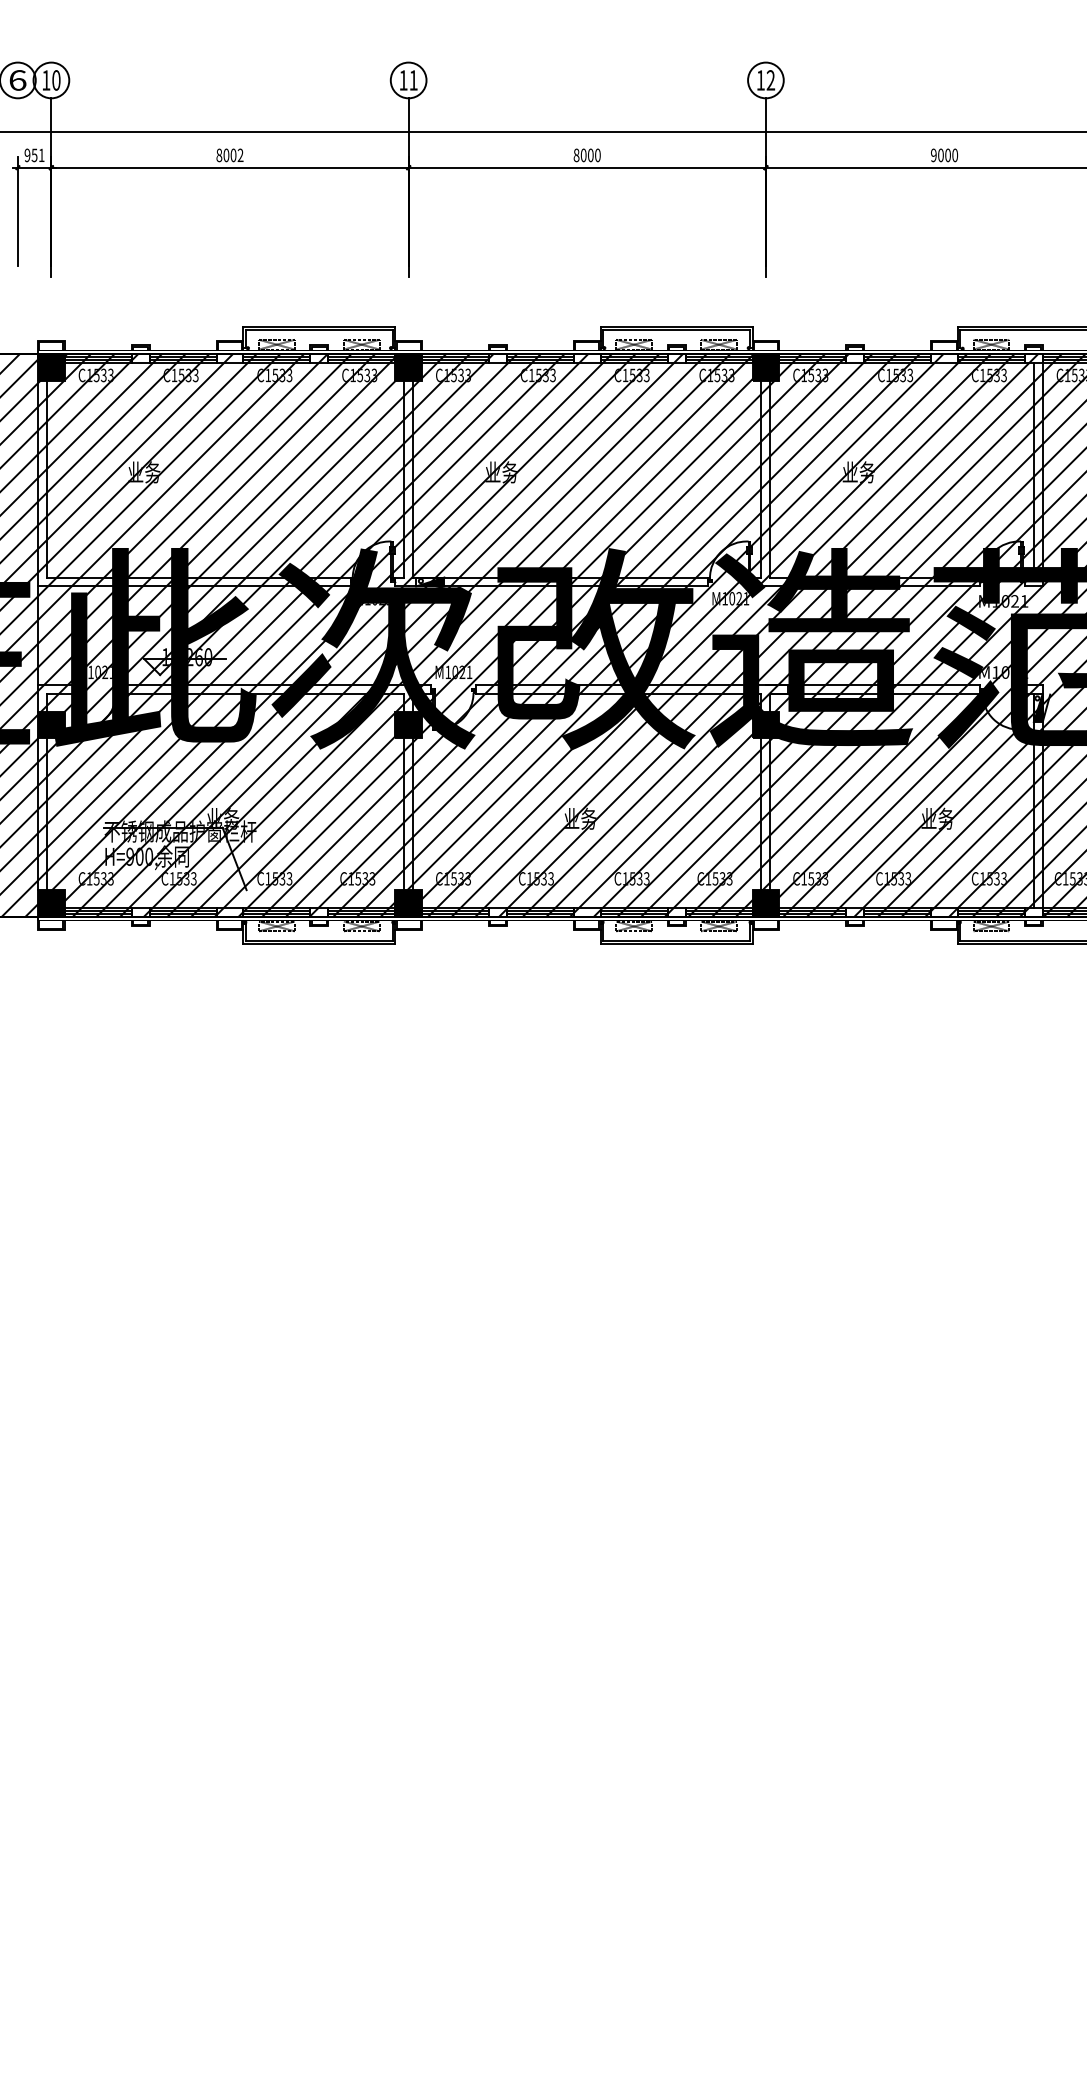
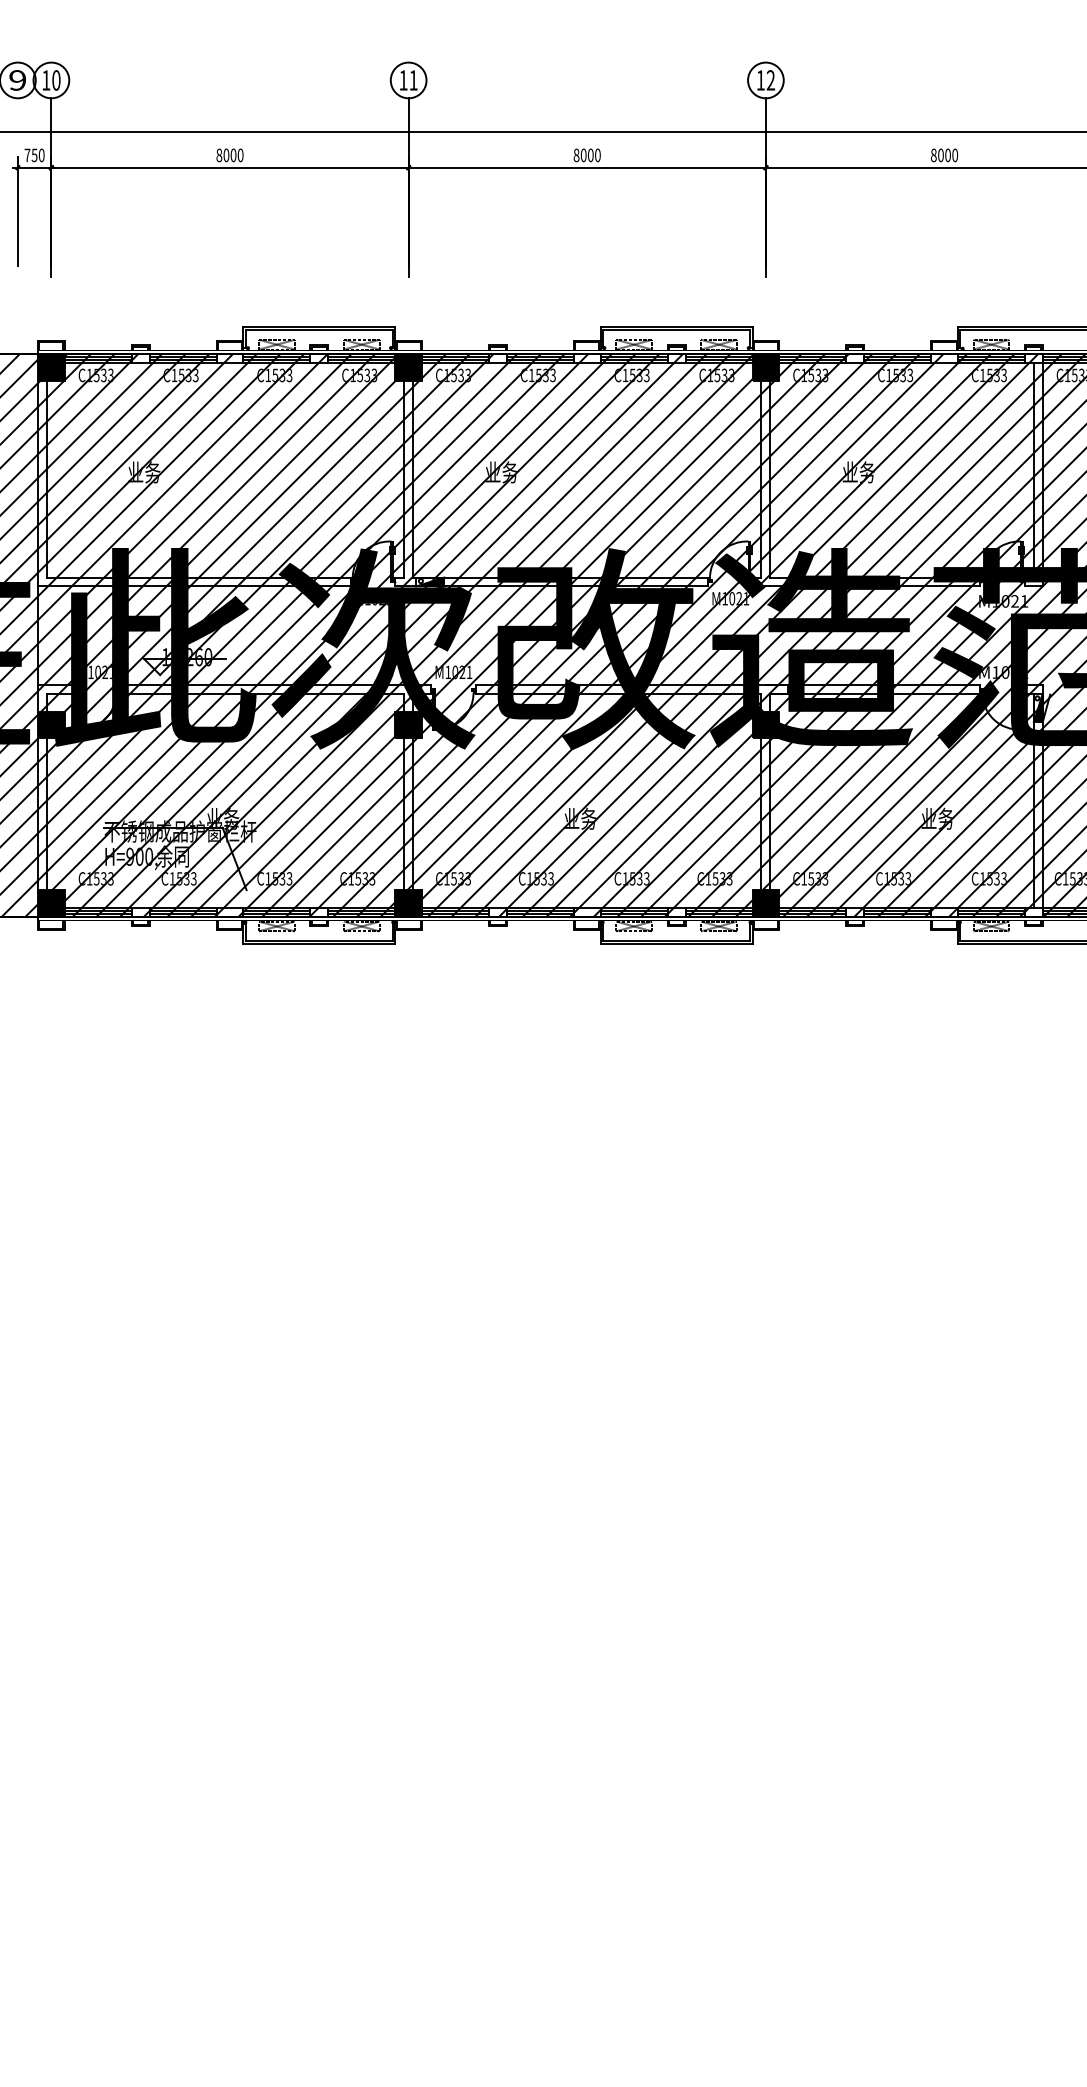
text at (17, 80): 6 -> 9
text at (34, 155): 951 -> 750
text at (240, 155): 8002 -> 8000
text at (933, 155): 9000 -> 8000
